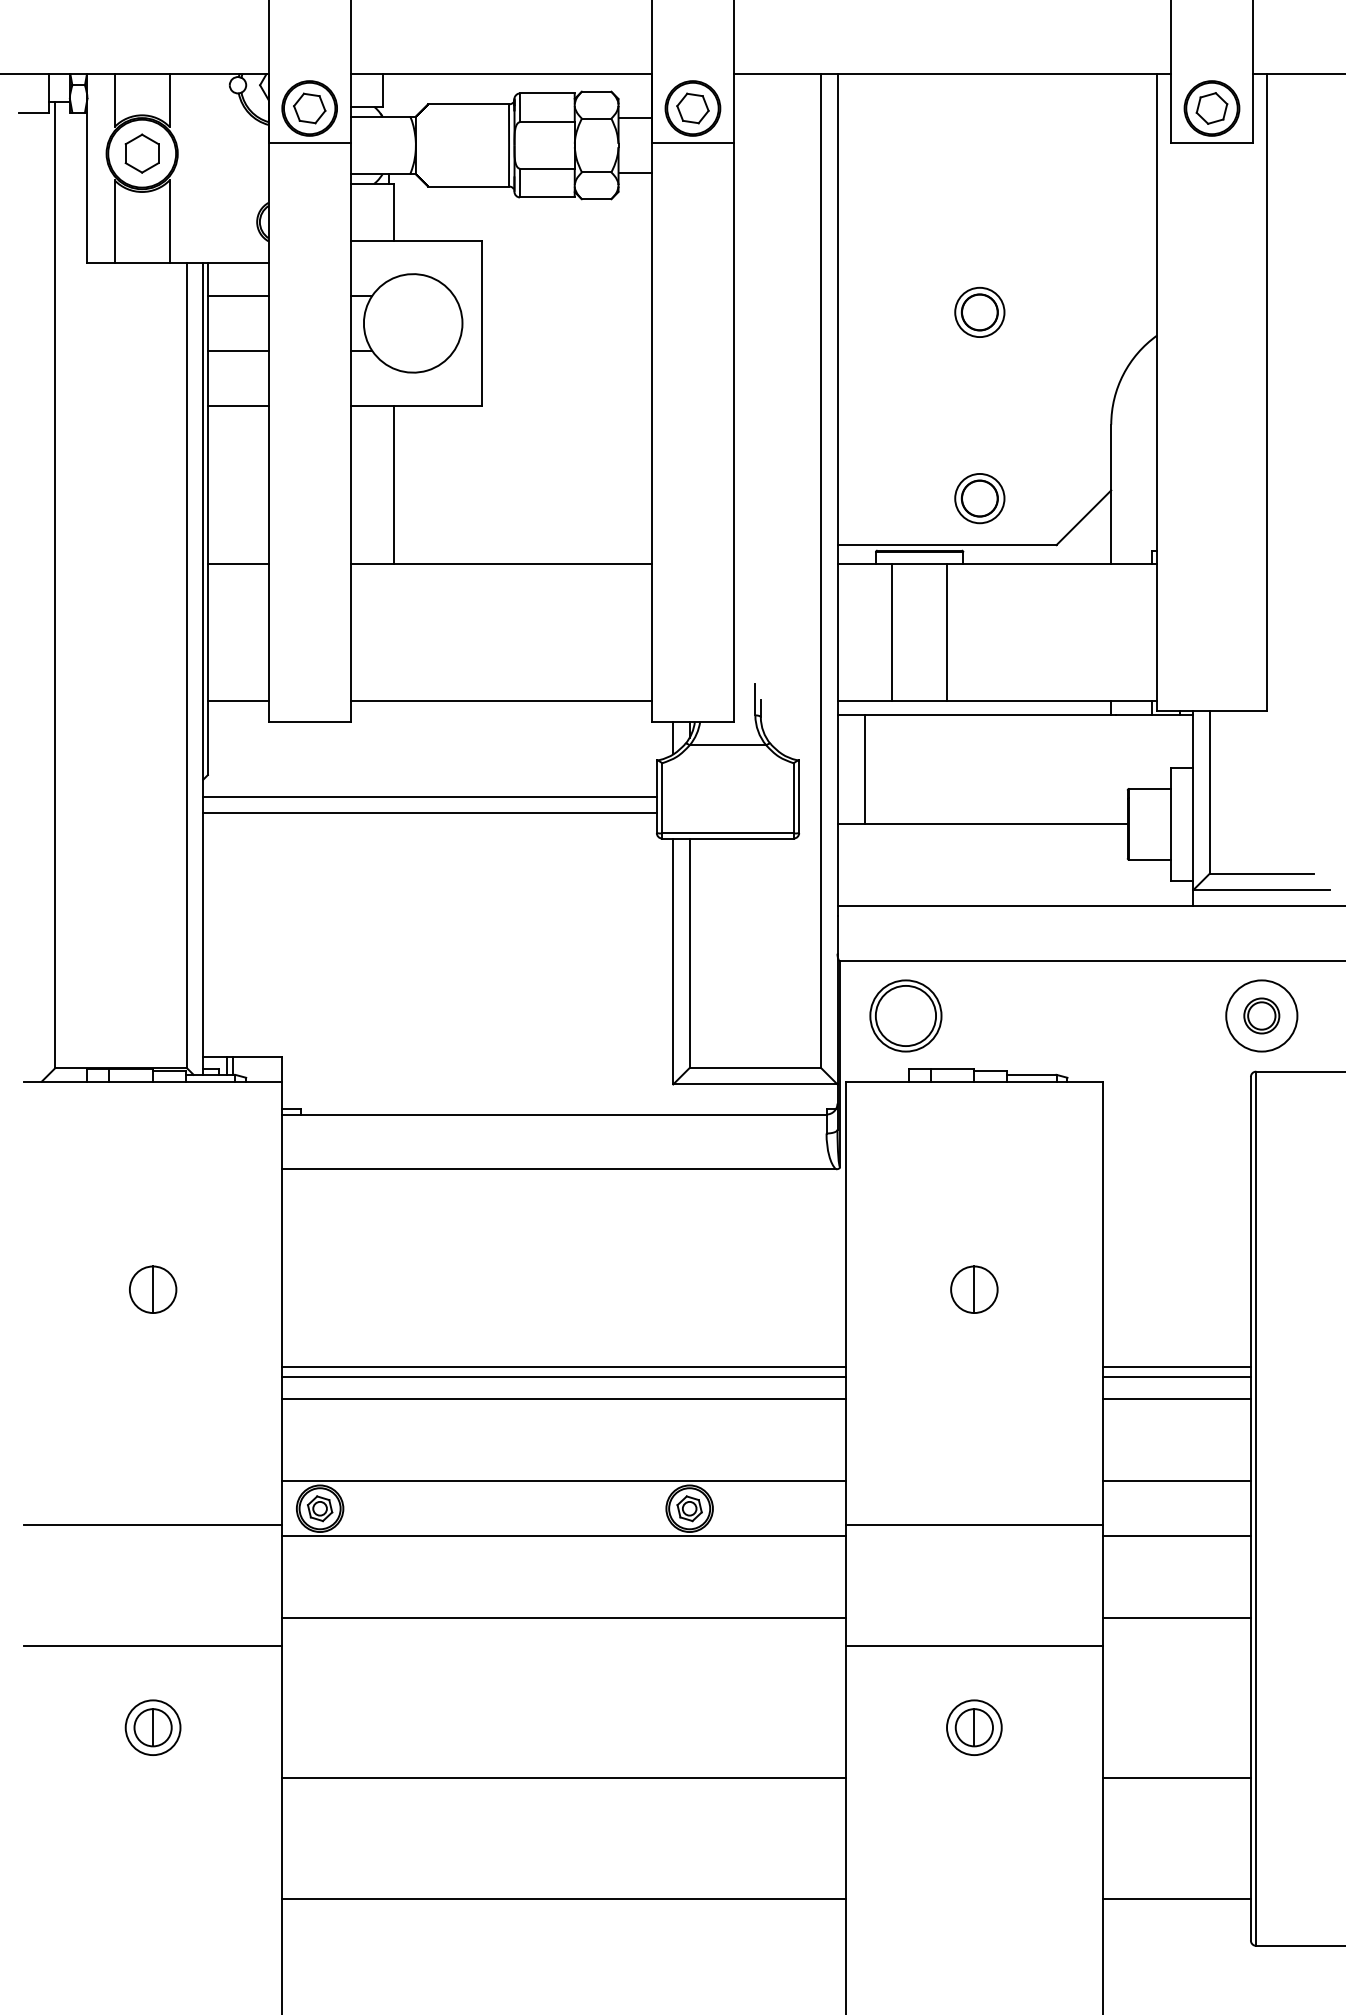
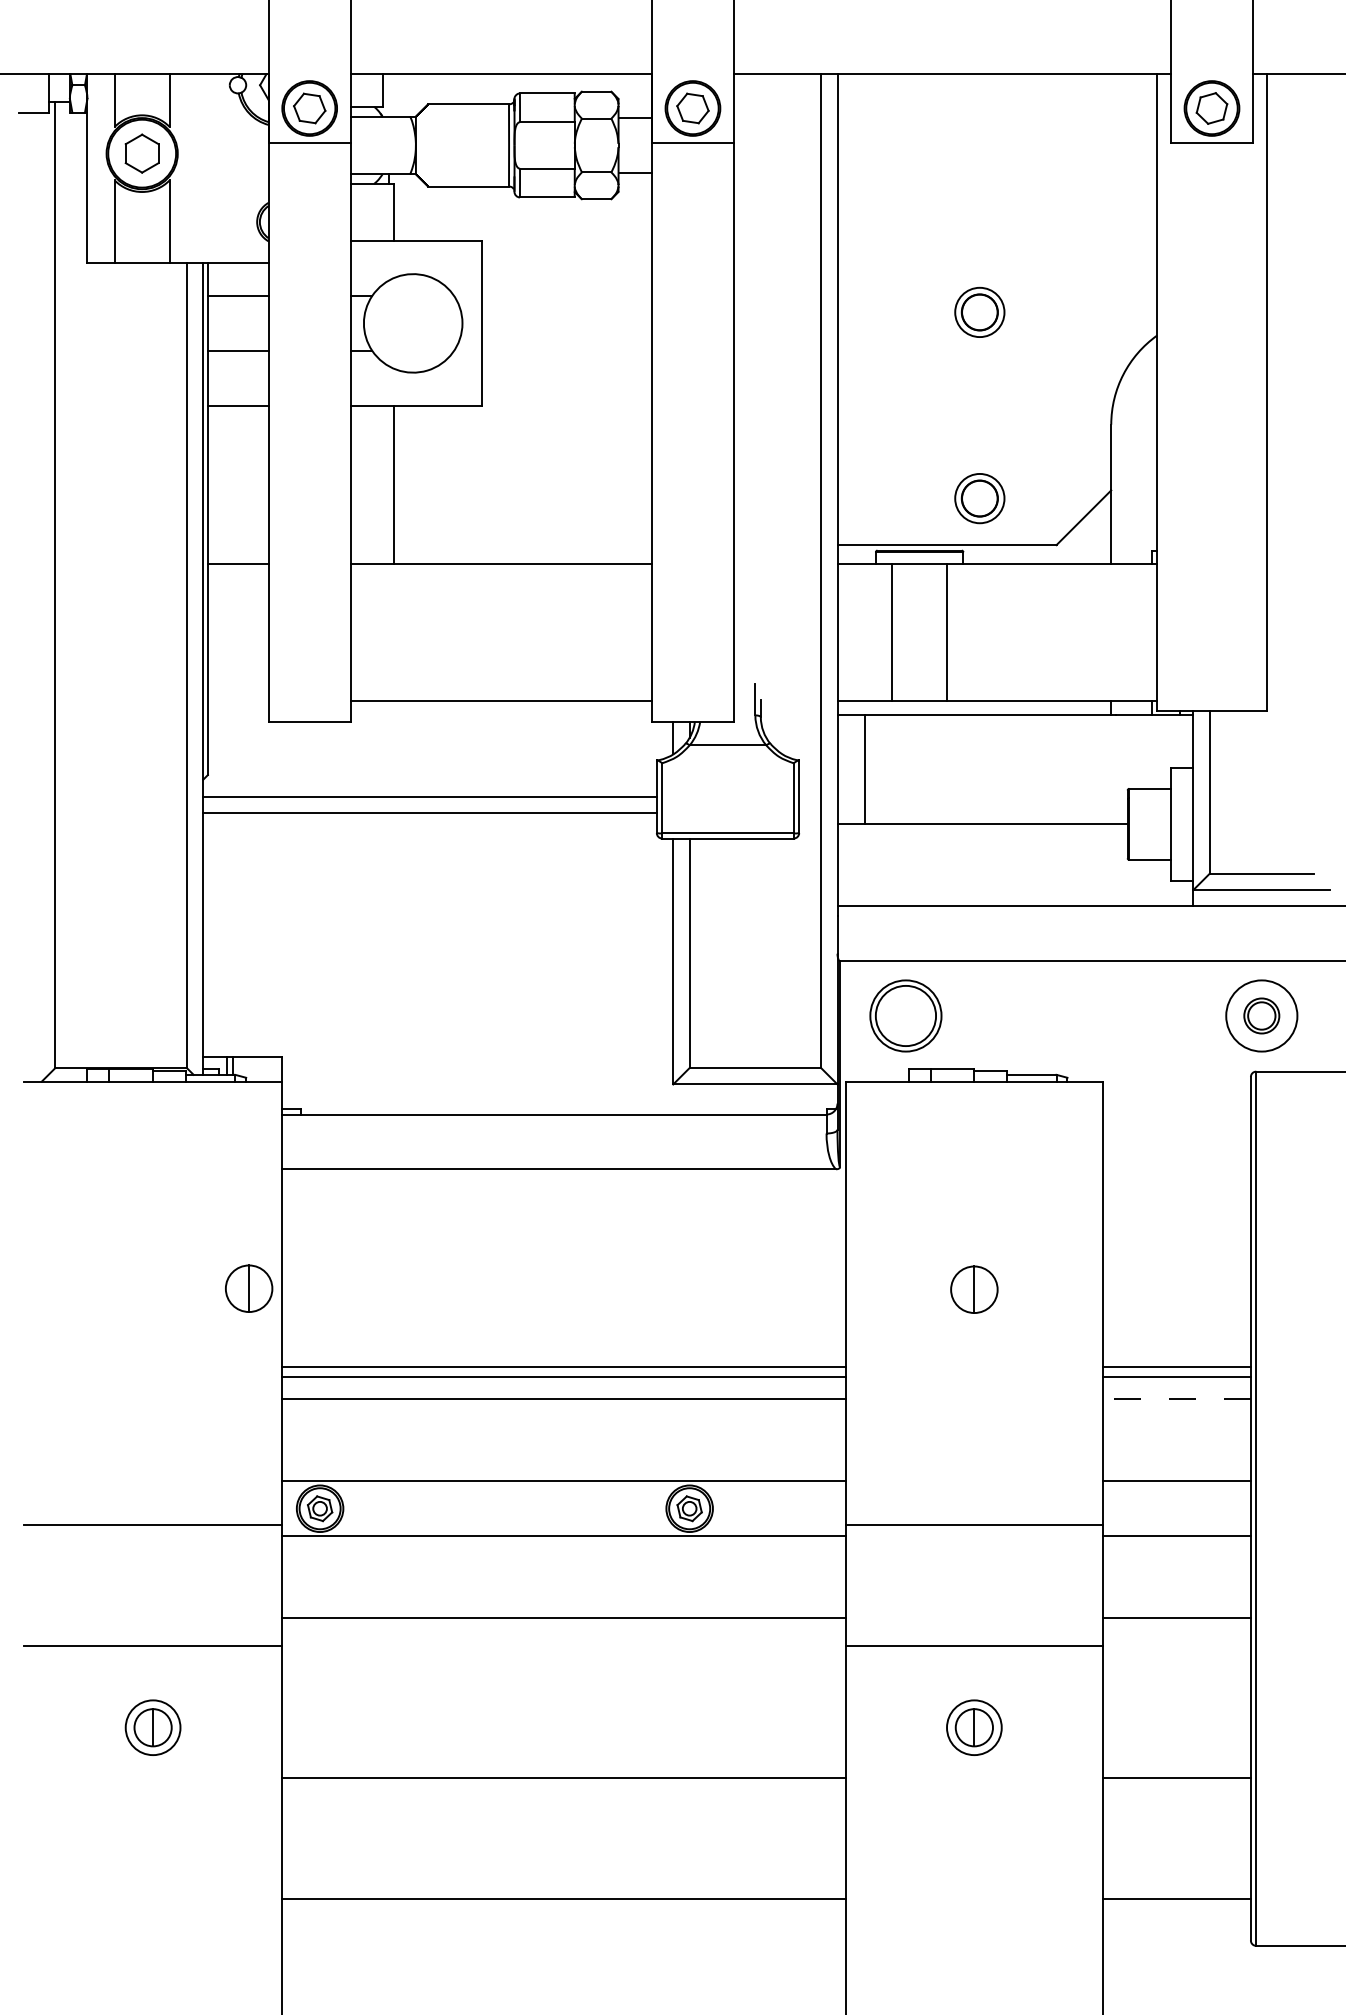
line at (237, 701): present -> none
part at (153, 1289) position: (153, 1289) -> (249, 1288)
line at (1176, 1399): solid -> dashed
